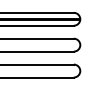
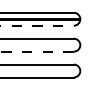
line at (37, 25): solid -> dashed
line at (37, 51): solid -> dashed
